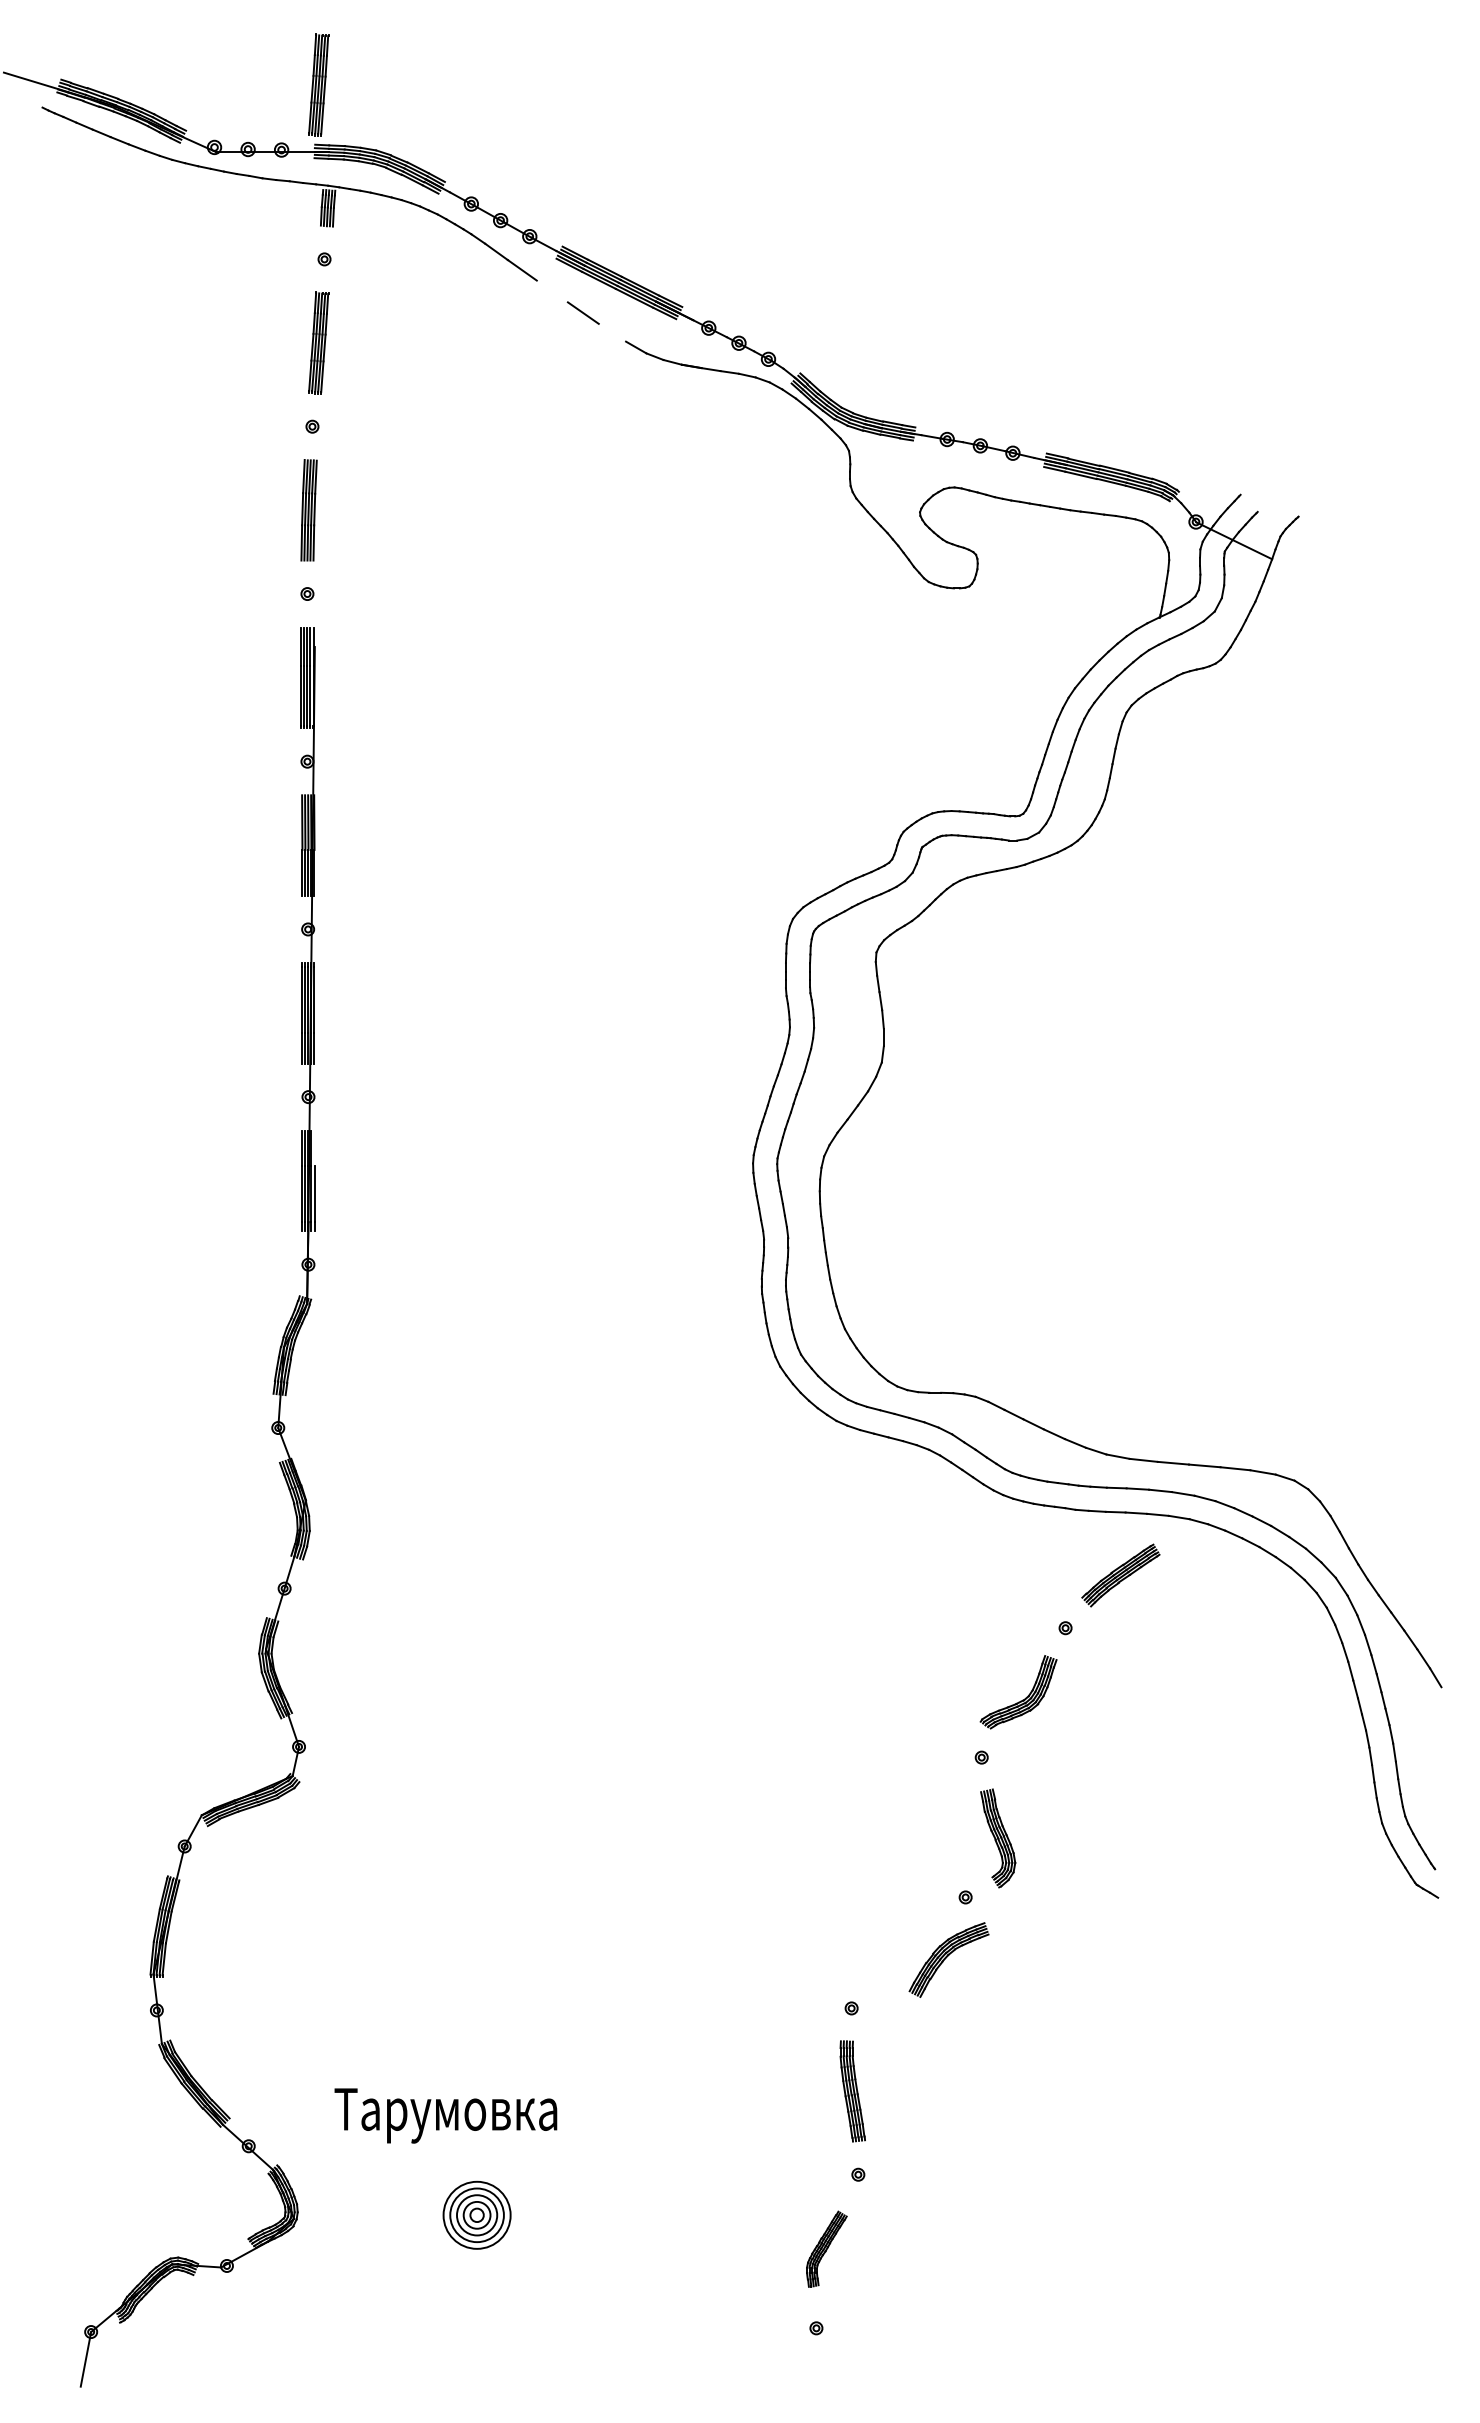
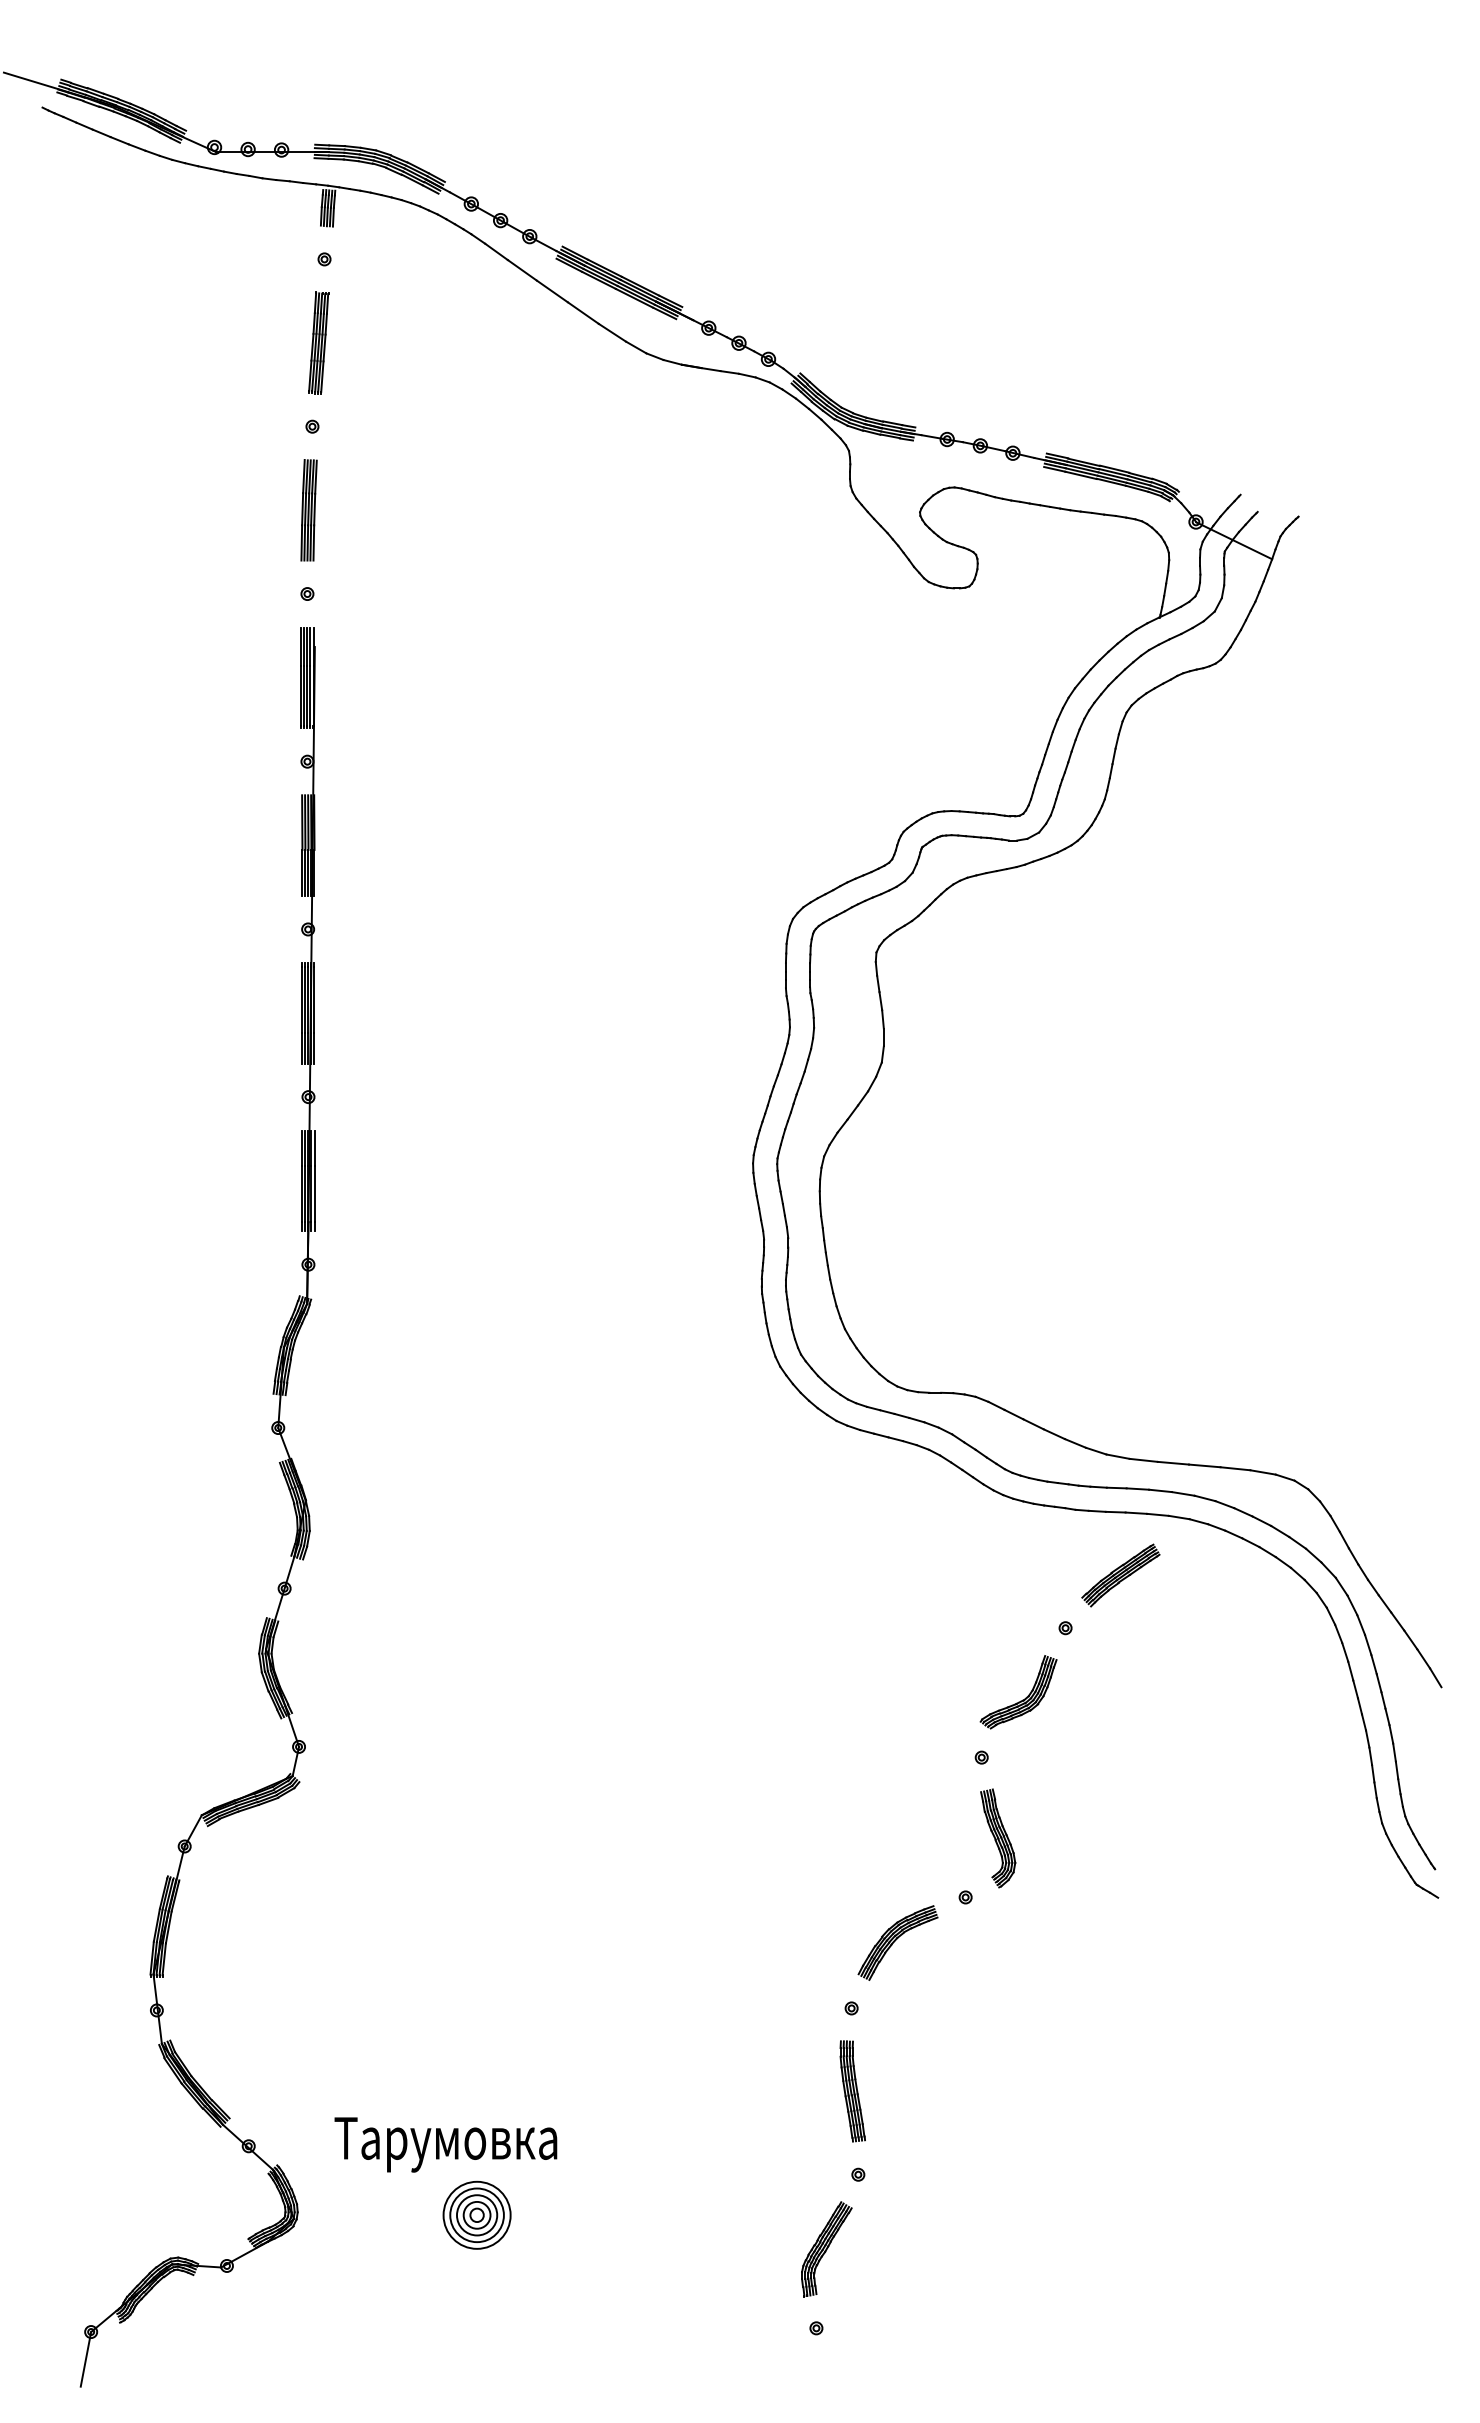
part at (318, 84): present -> none
line at (551, 291): none -> present
line at (612, 332): none -> present
line at (314, 1148): none -> present
part at (948, 1959) position: (948, 1959) -> (897, 1942)
text at (445, 2115) position: (445, 2115) -> (445, 2144)
part at (826, 2248) size: 42x78 px -> 52x97 px
